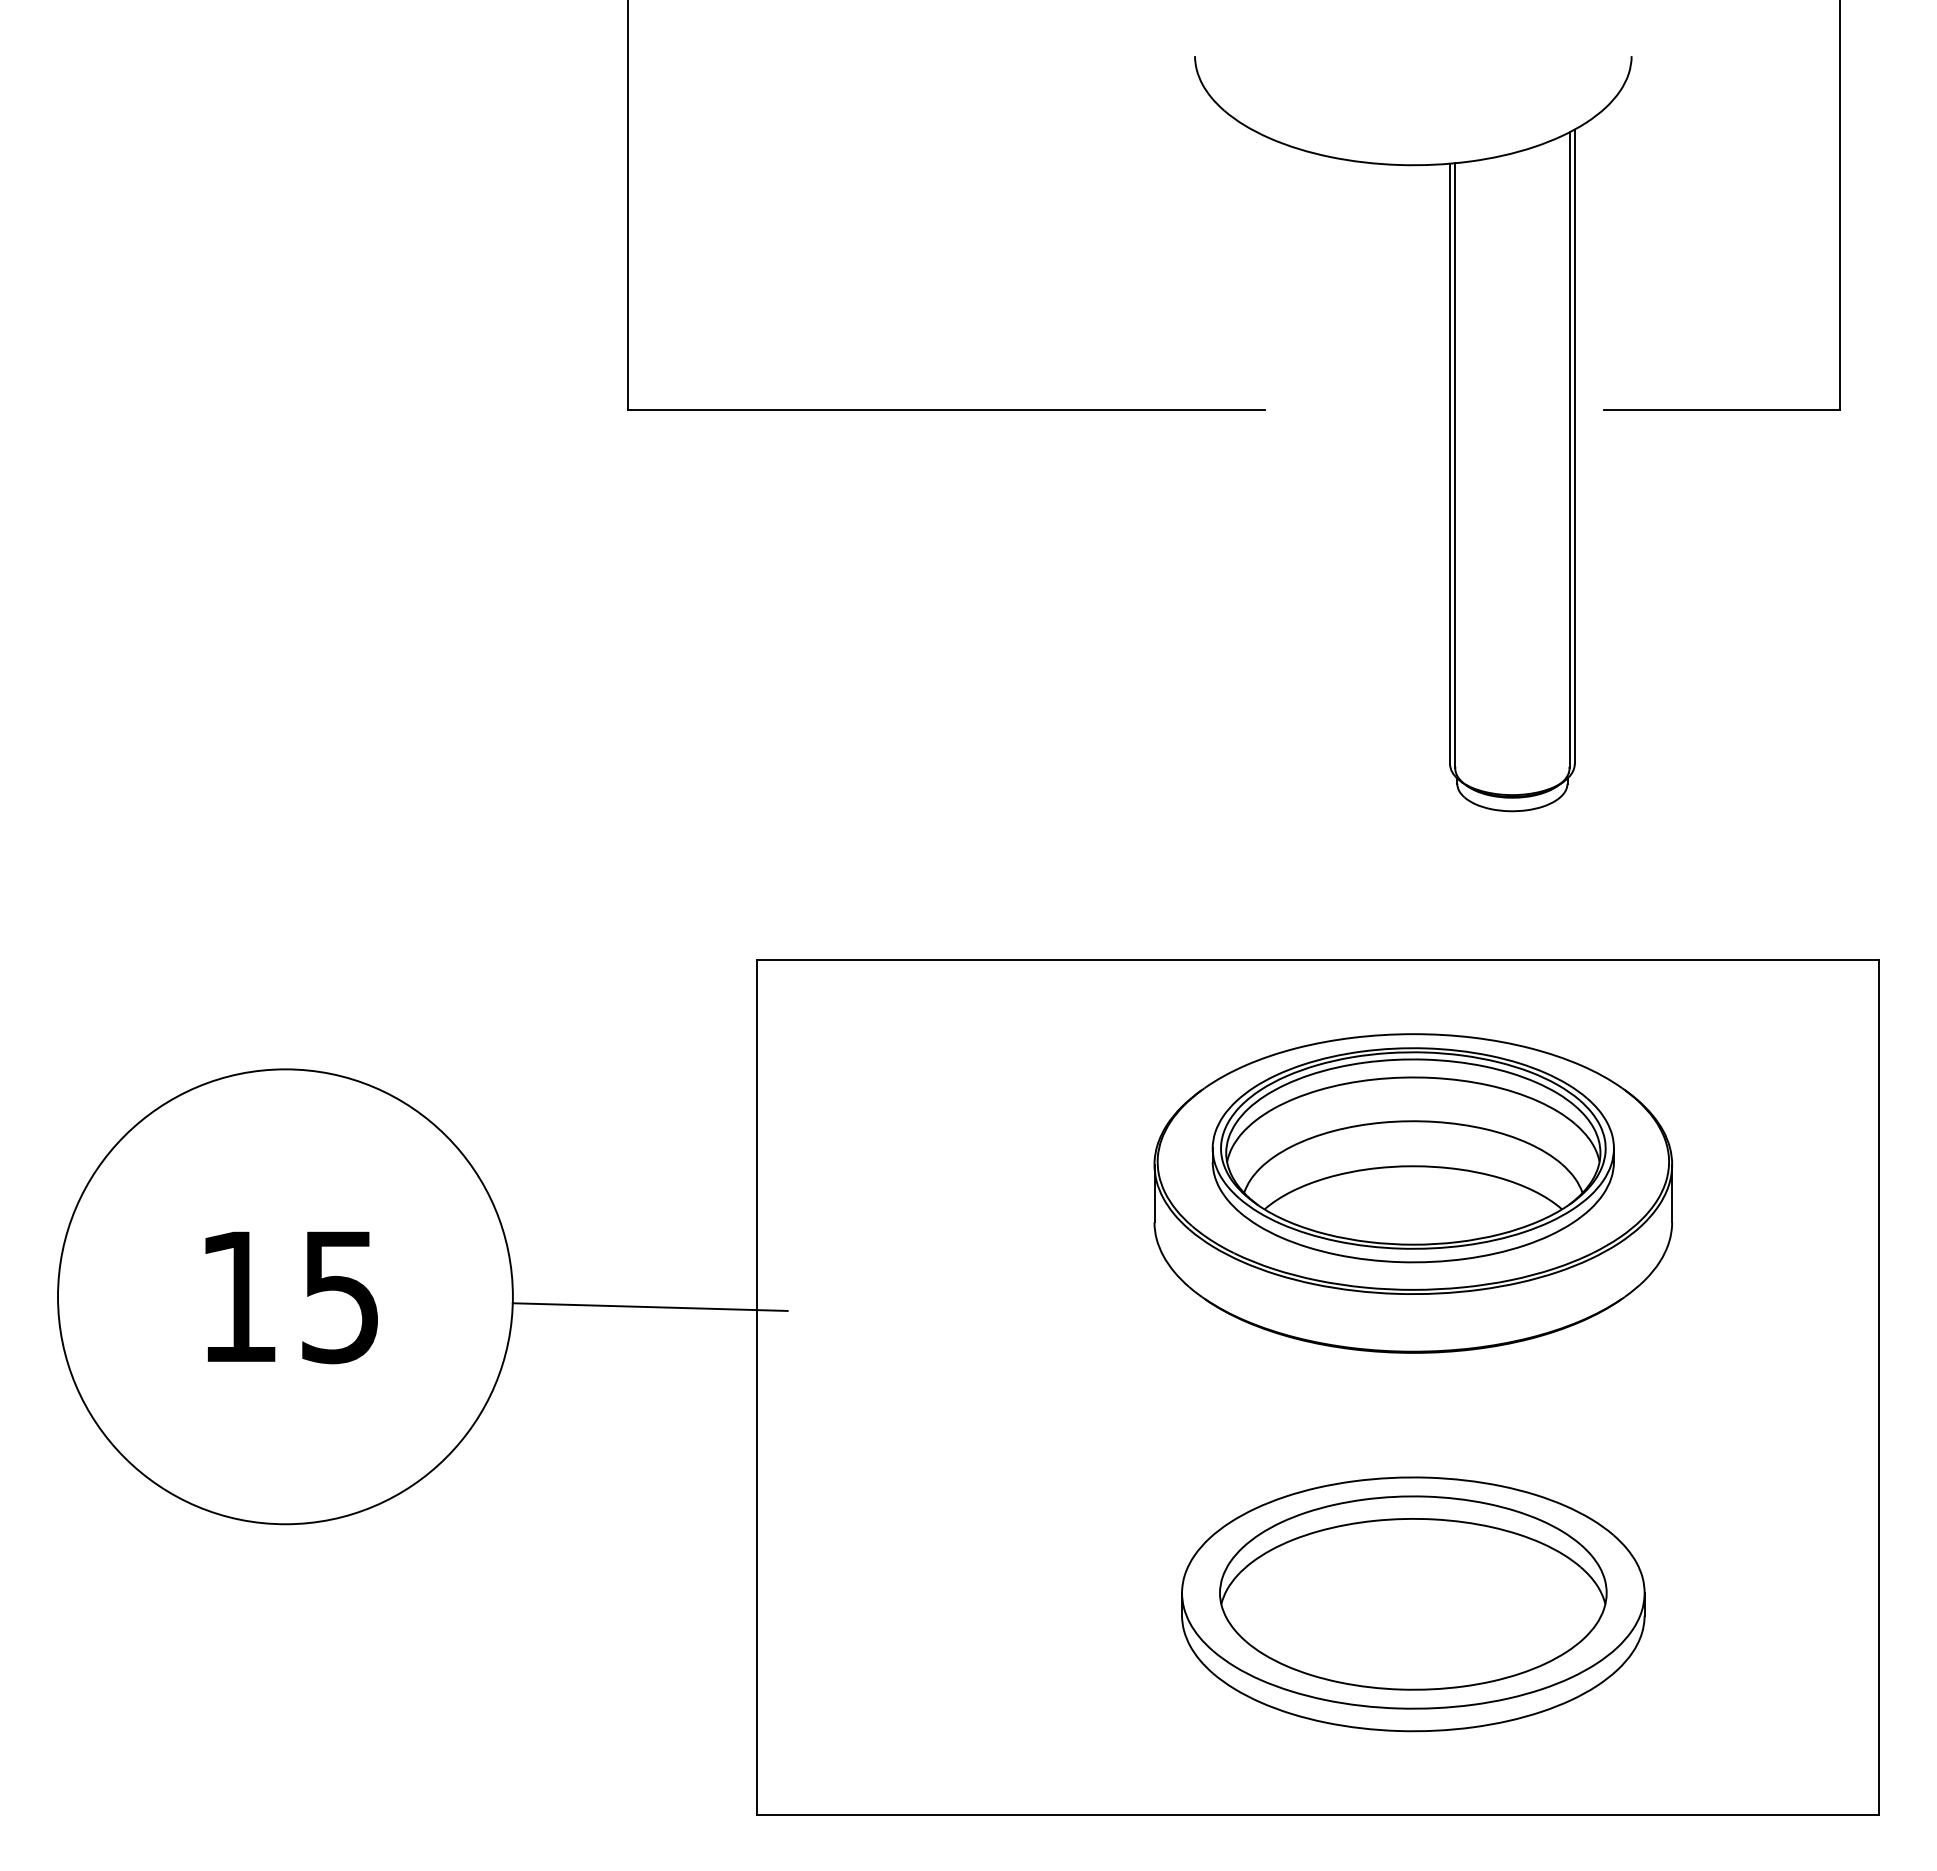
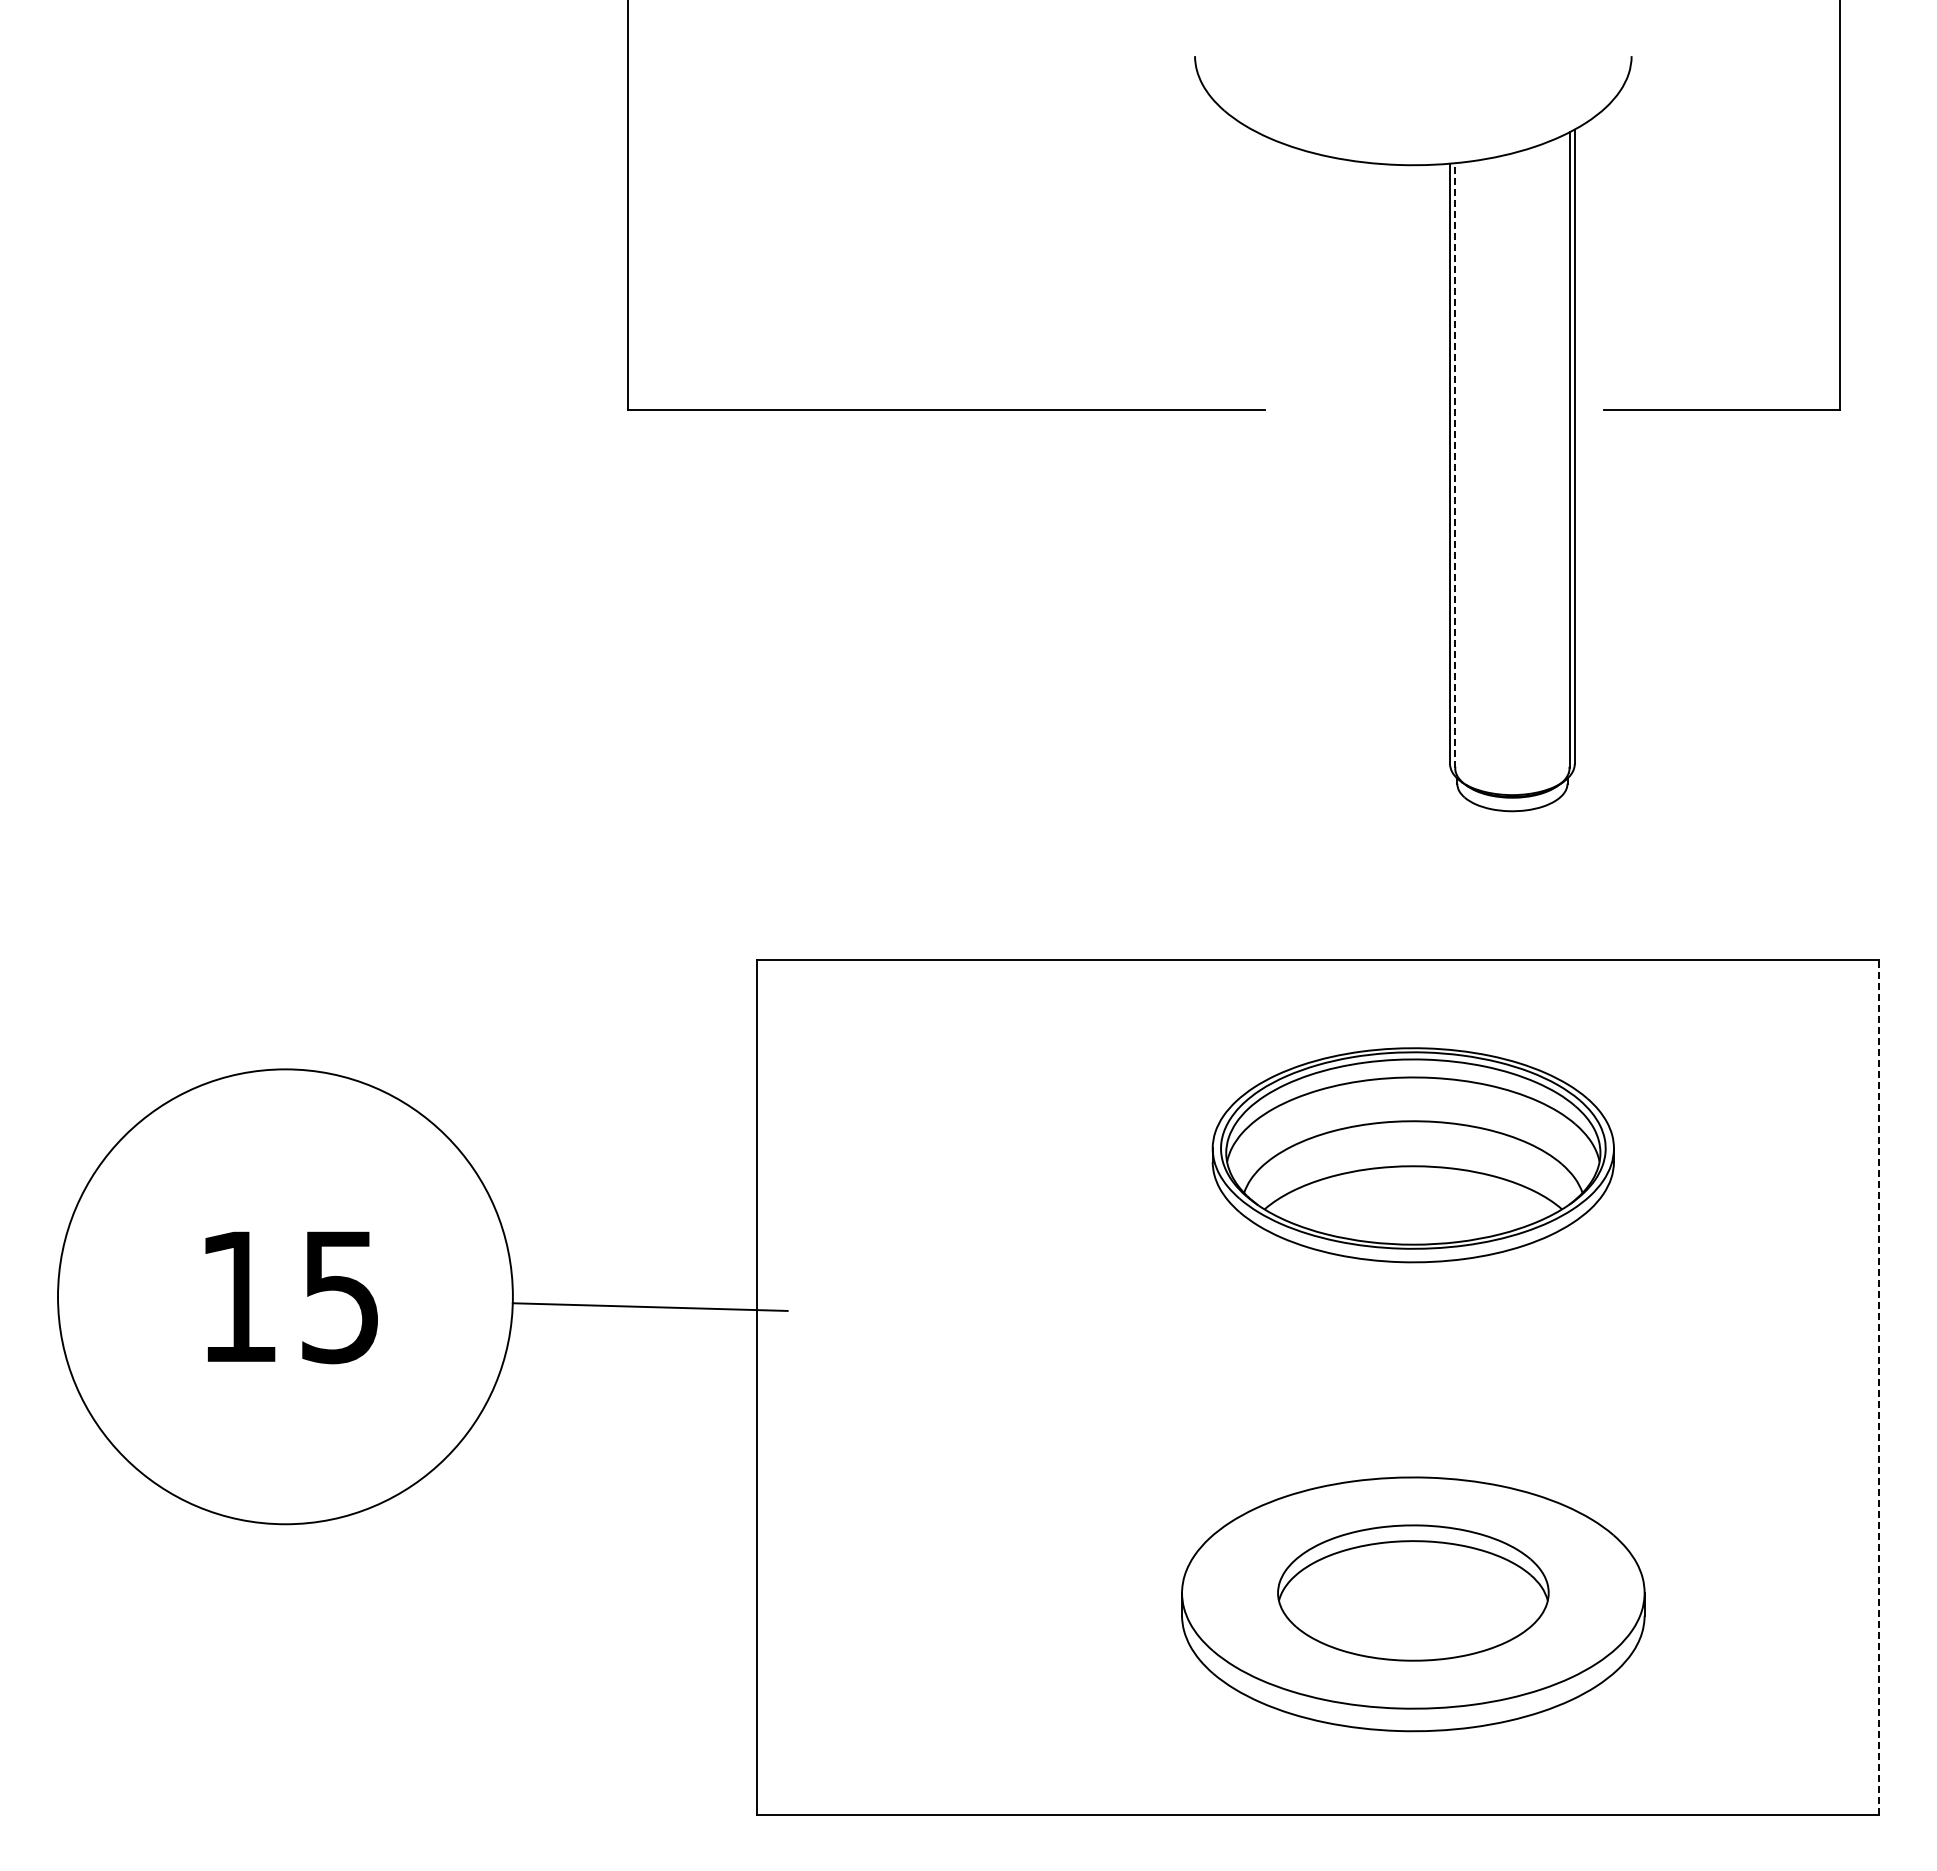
line at (1455, 465): solid -> dashed
part at (1413, 1193): present -> none
line at (1878, 1387): solid -> dashed
part at (1413, 1592) size: 389x196 px -> 273x138 px
